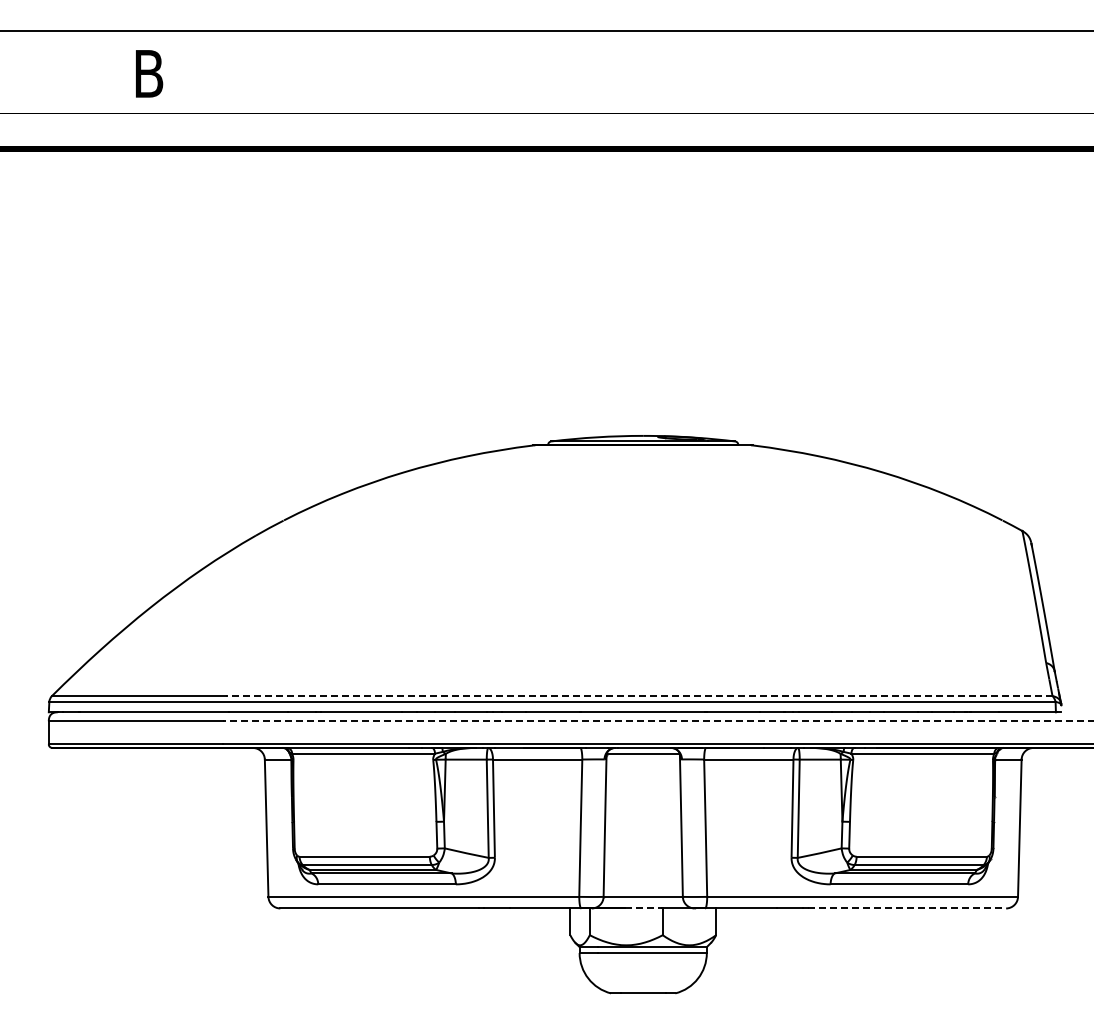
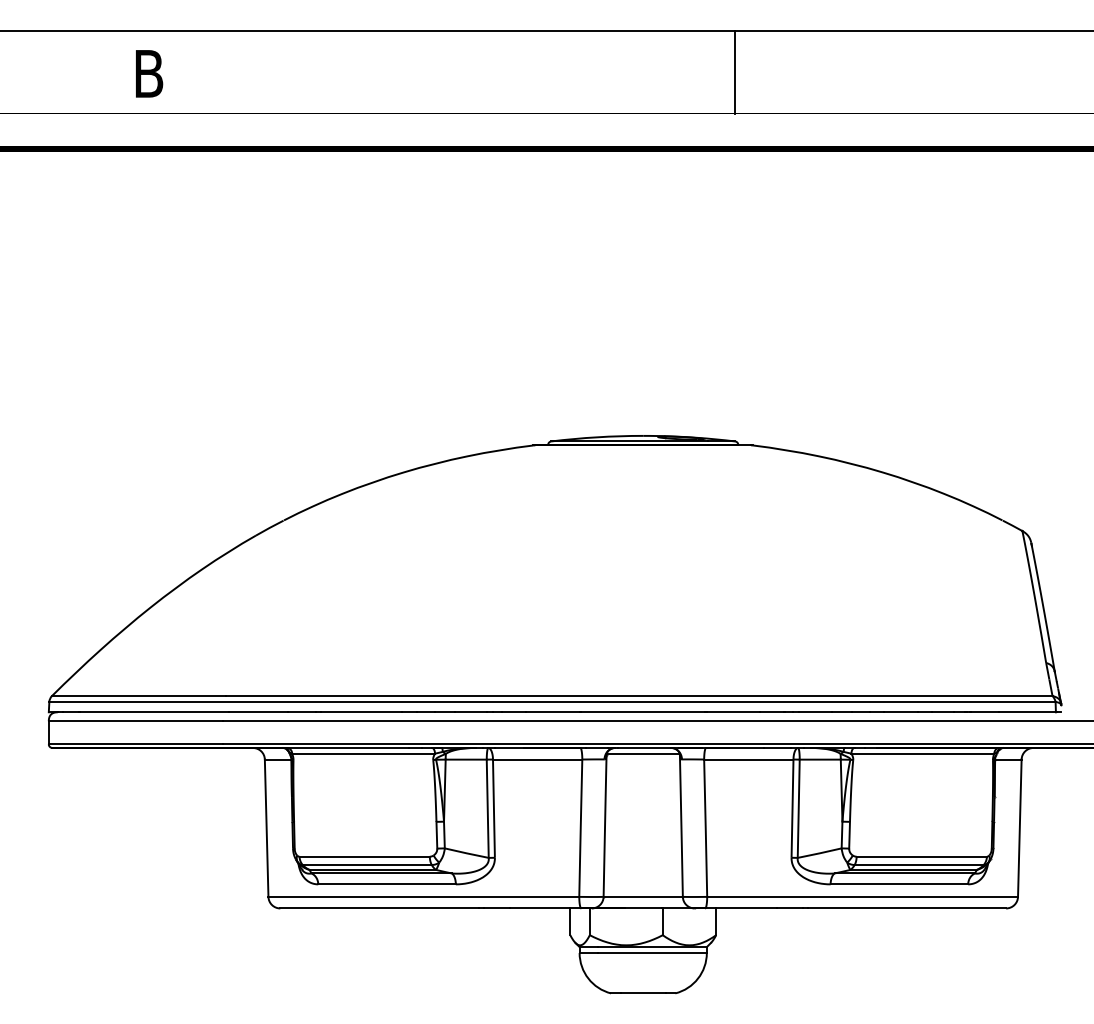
line at (735, 71): none -> present
line at (638, 696): dashed -> solid
line at (657, 721): dashed -> solid
line at (643, 908): dashed -> solid
line at (907, 908): dashed -> solid
